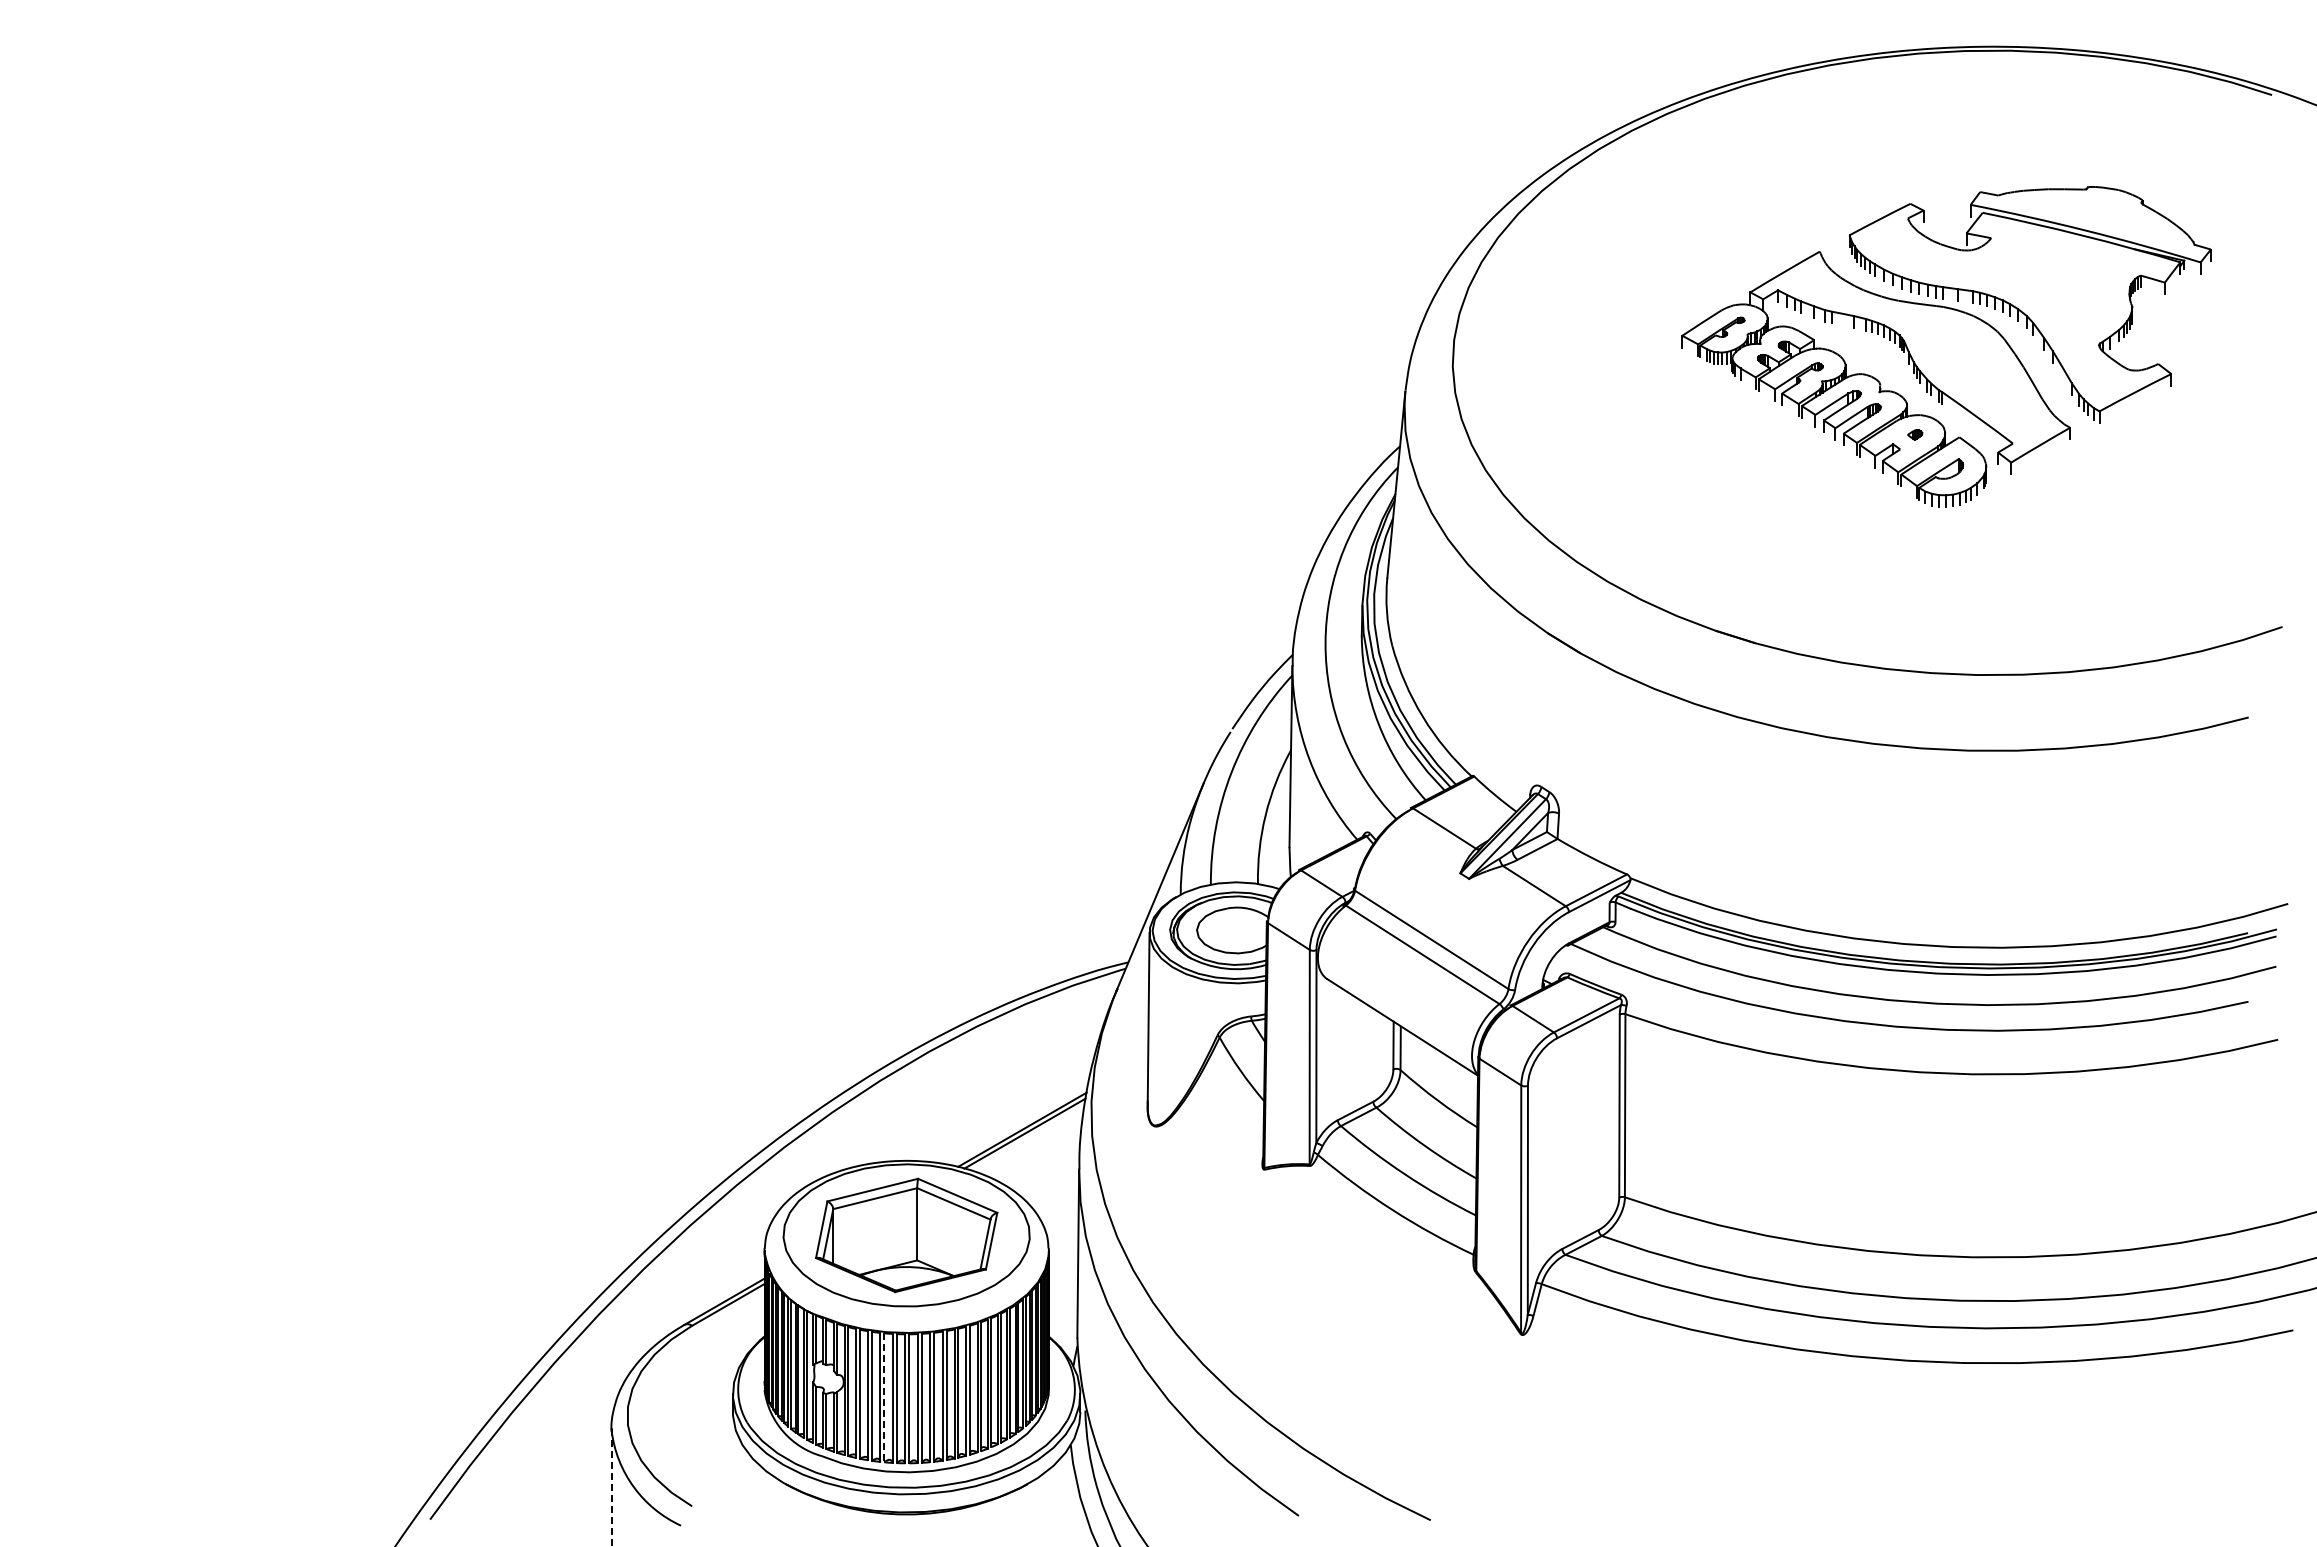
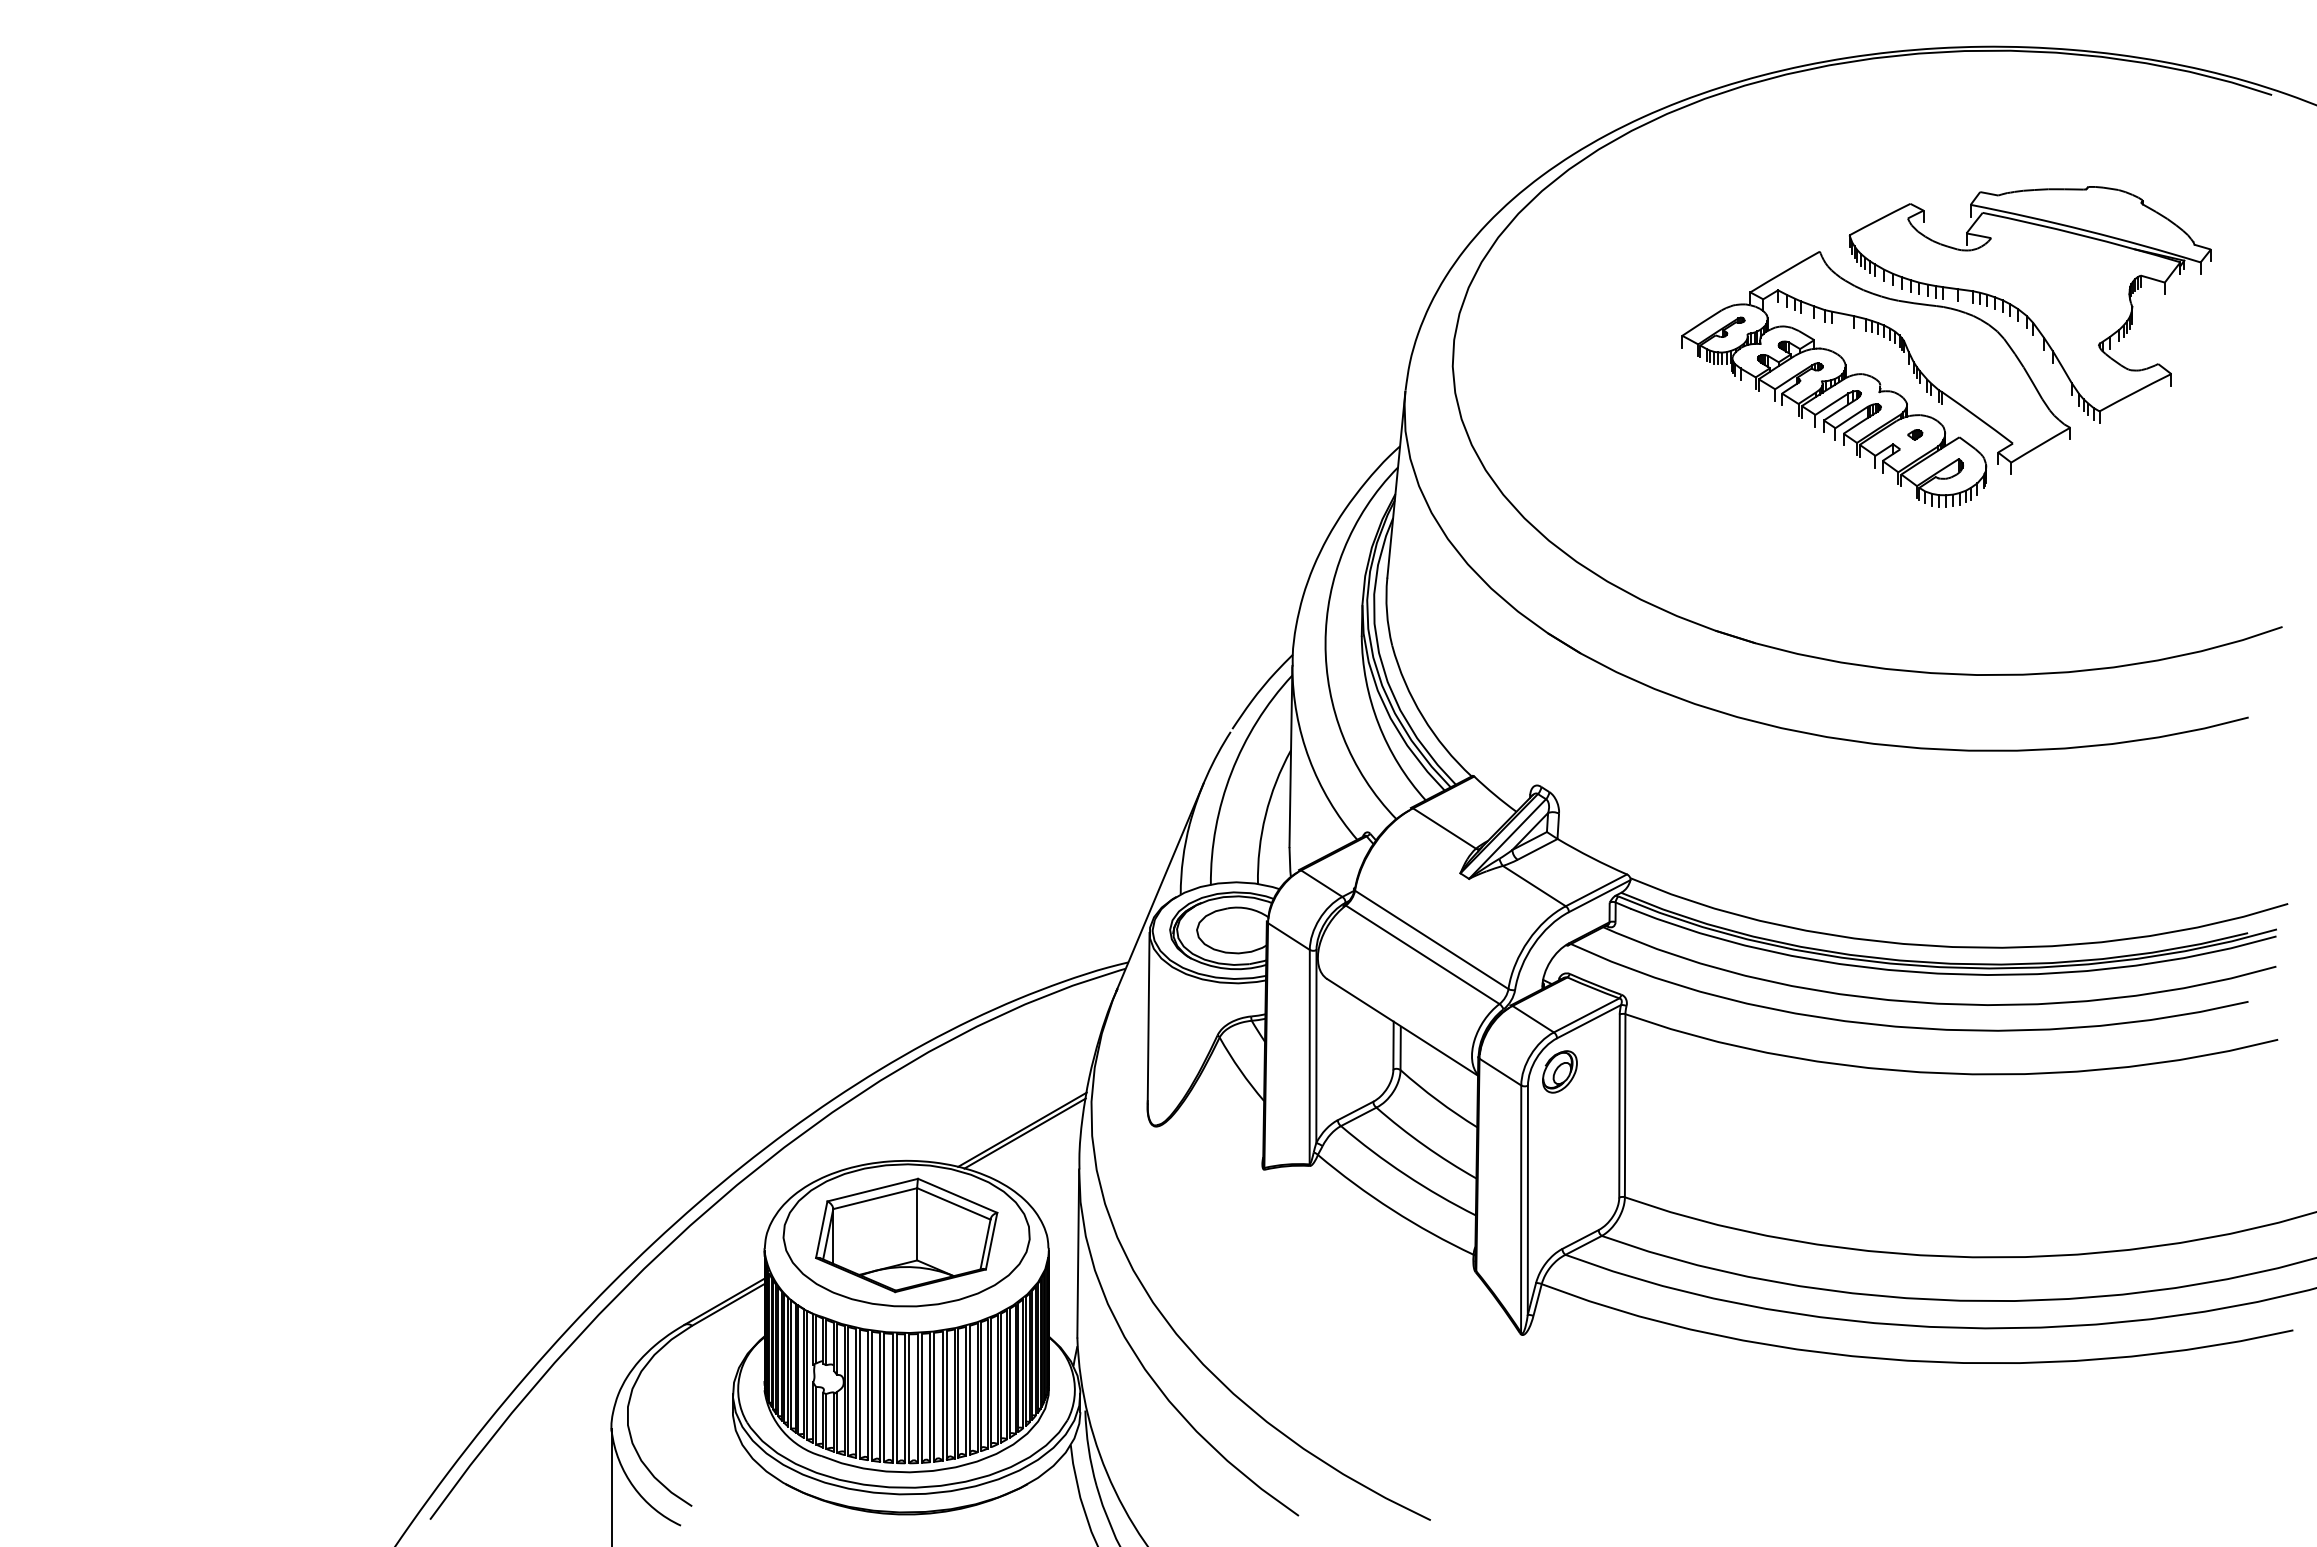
part at (1559, 1071): none -> present
line at (884, 1397): dashed -> solid
line at (611, 1487): dashed -> solid
